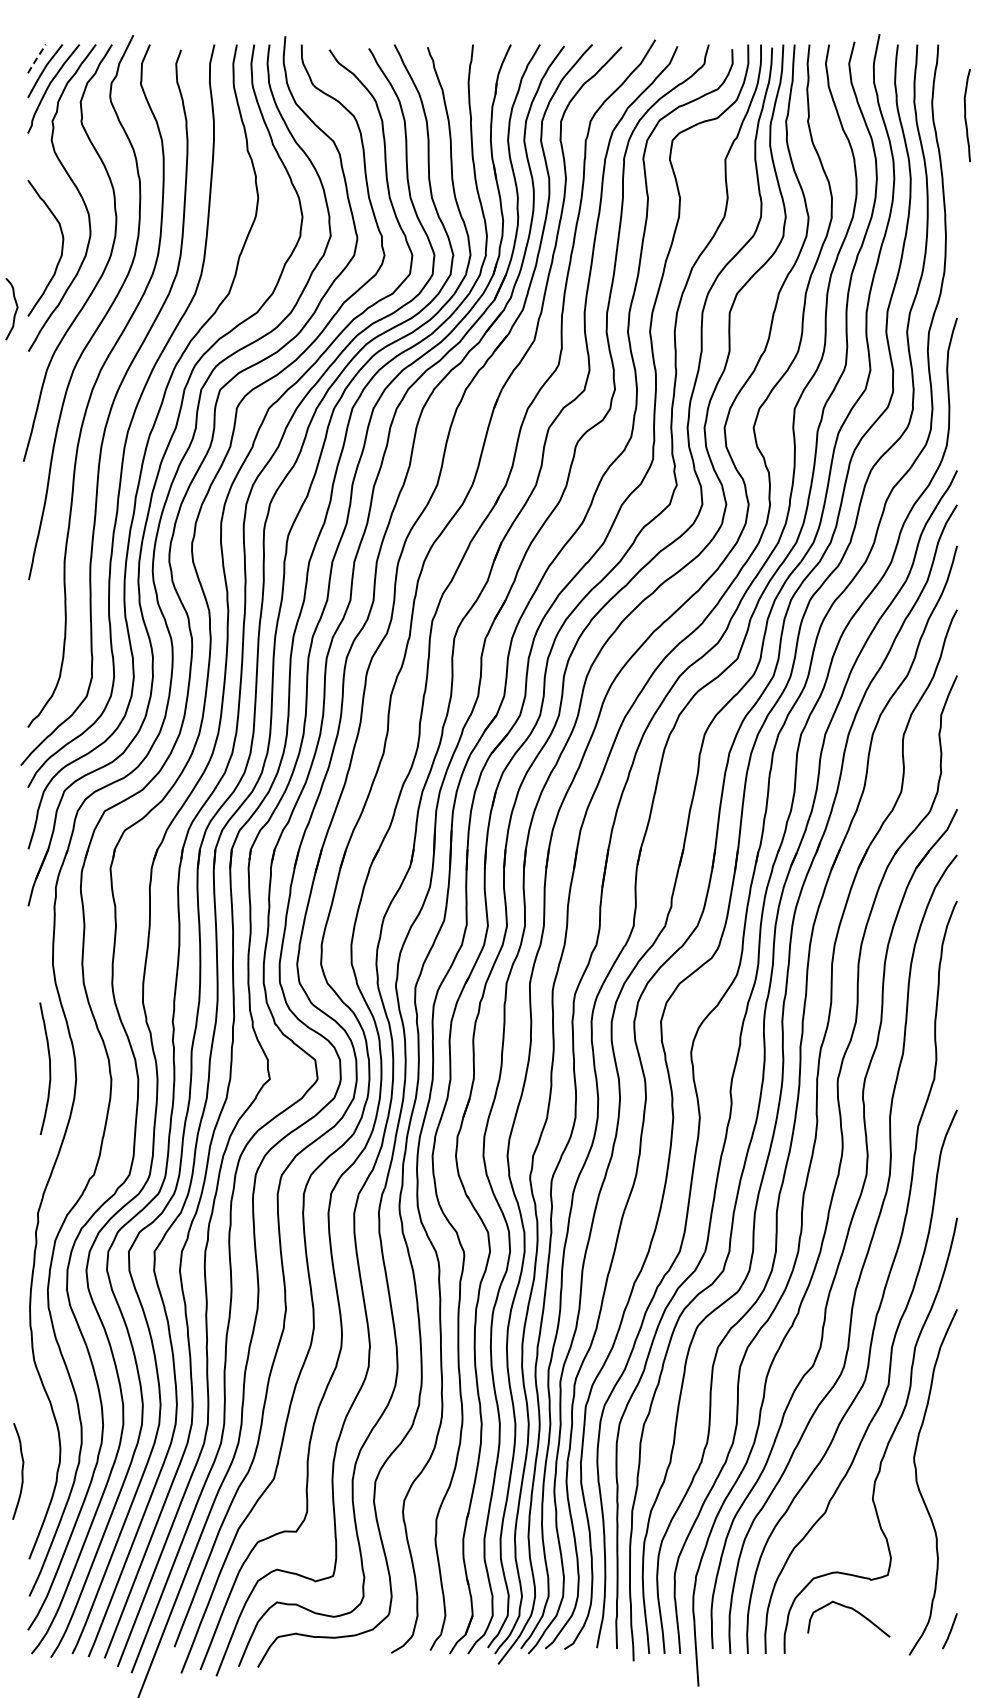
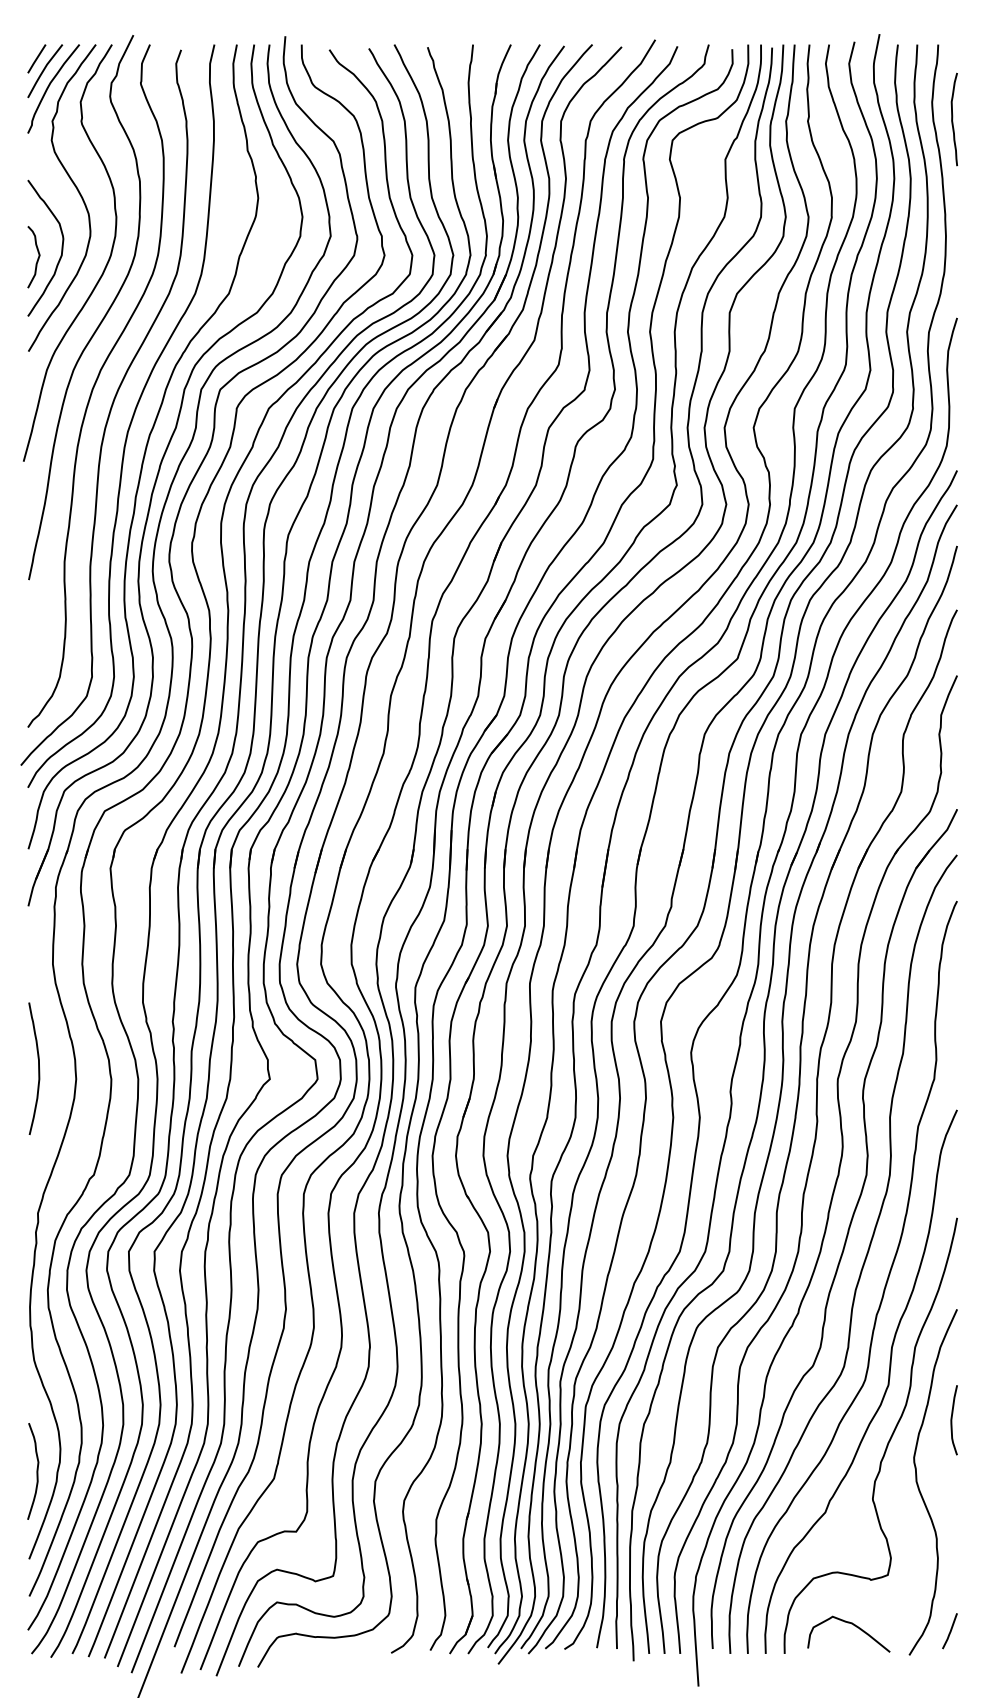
line at (36, 59): dashed -> solid
curve at (966, 114) position: (966, 114) -> (953, 118)
curve at (15, 310) position: (15, 310) -> (37, 258)
curve at (49, 1068) position: (49, 1068) -> (38, 1068)
curve at (952, 1420): none -> present
curve at (21, 1471) position: (21, 1471) -> (36, 1471)
curve at (854, 1611) position: (854, 1611) -> (854, 1626)
